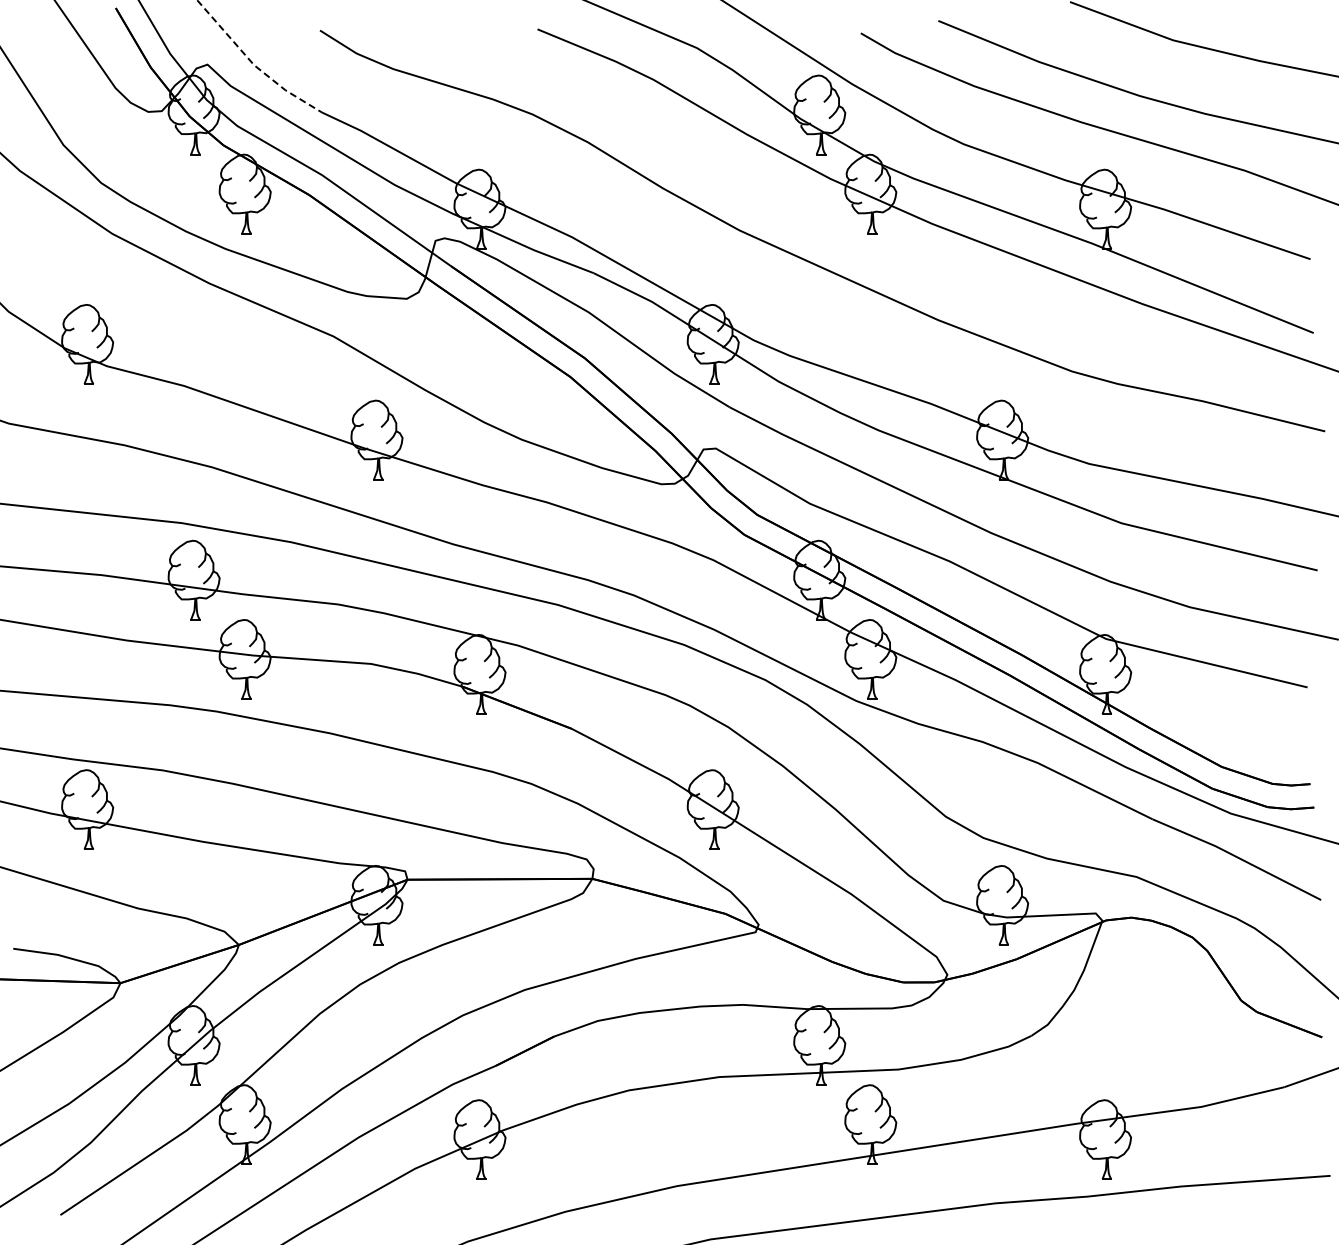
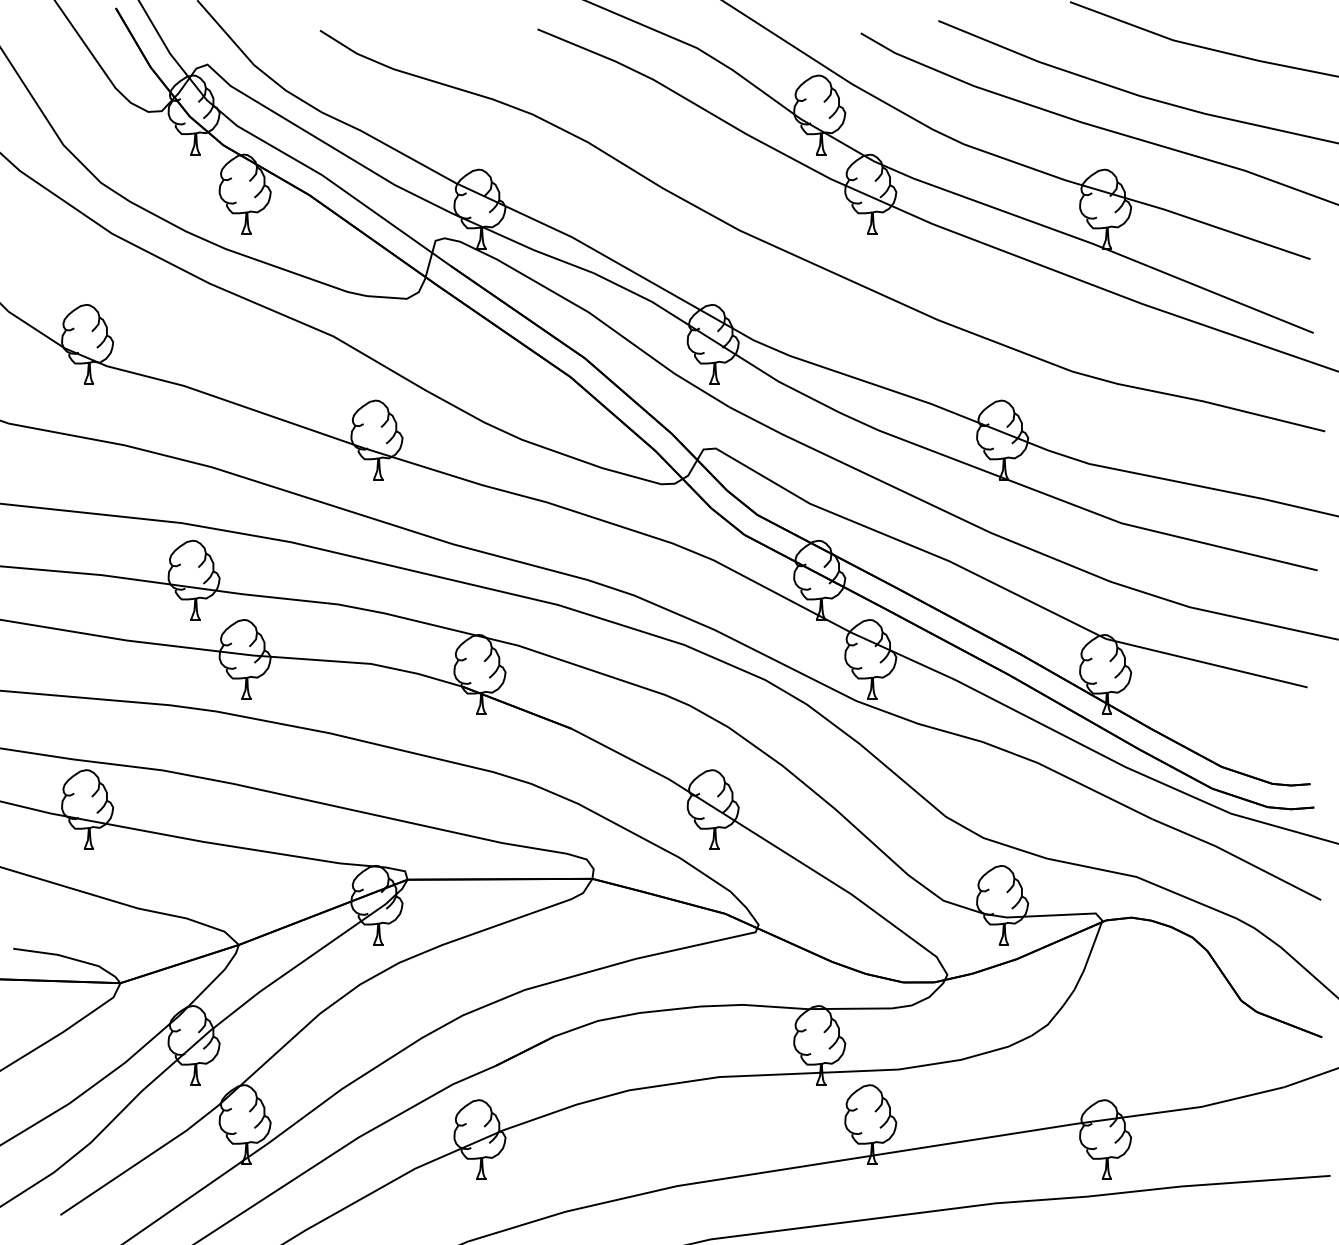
line at (254, 65): dashed -> solid
